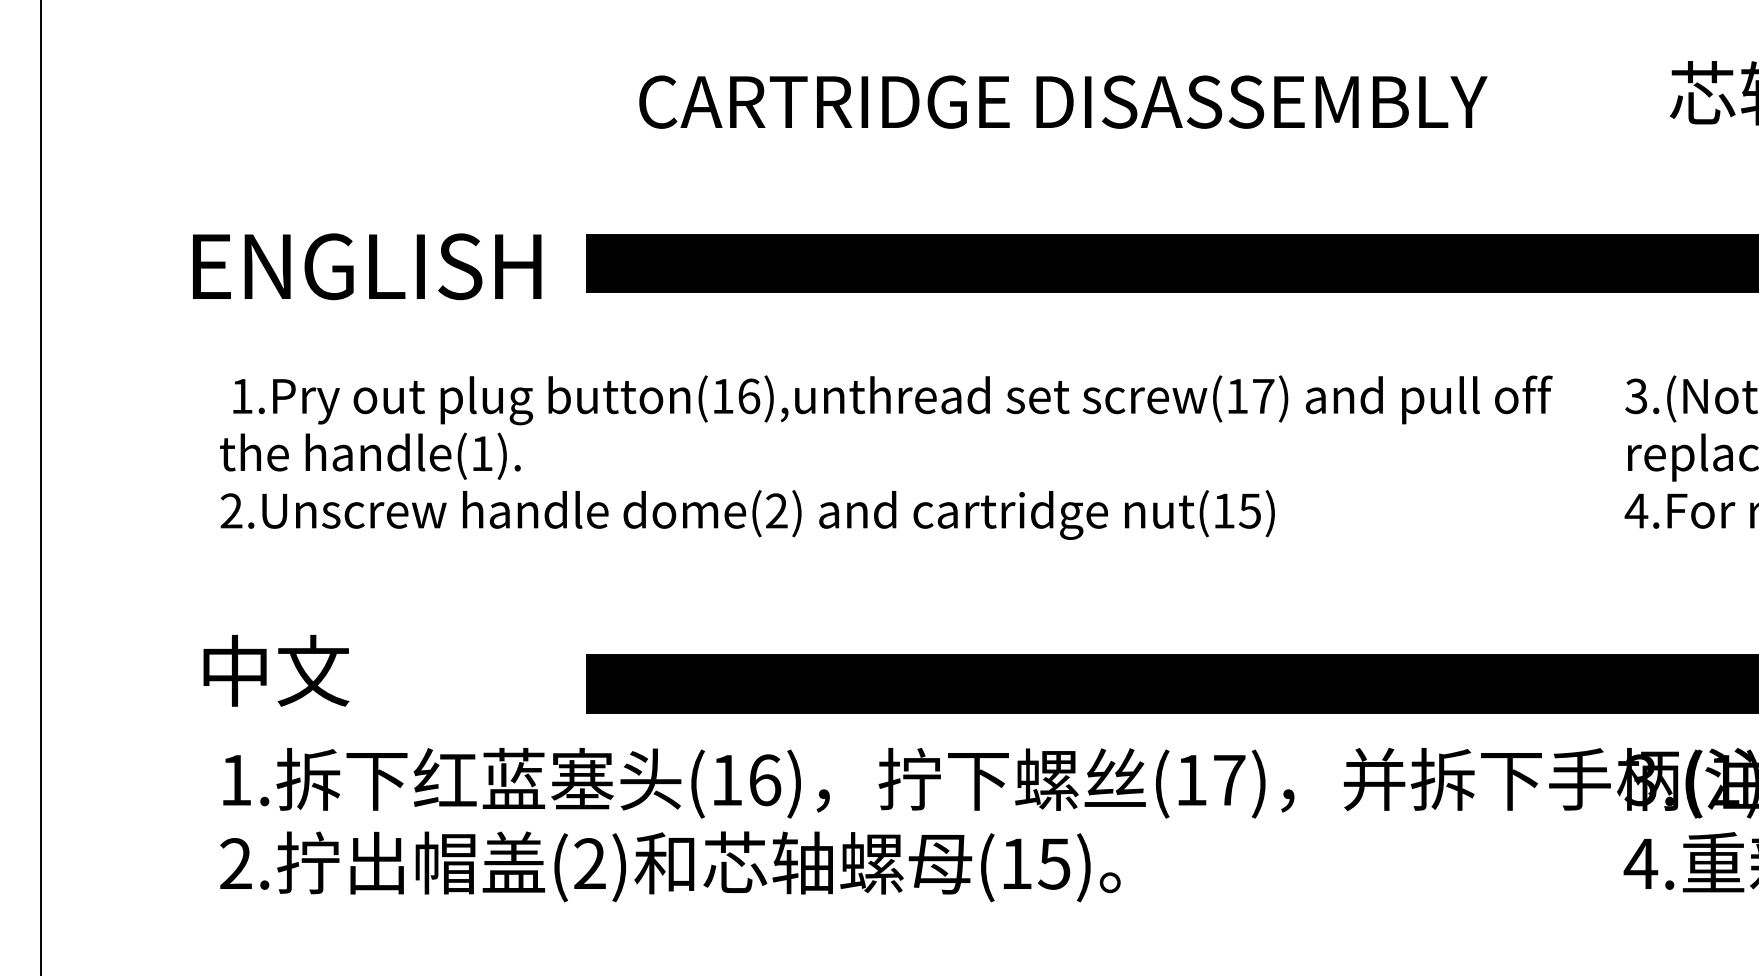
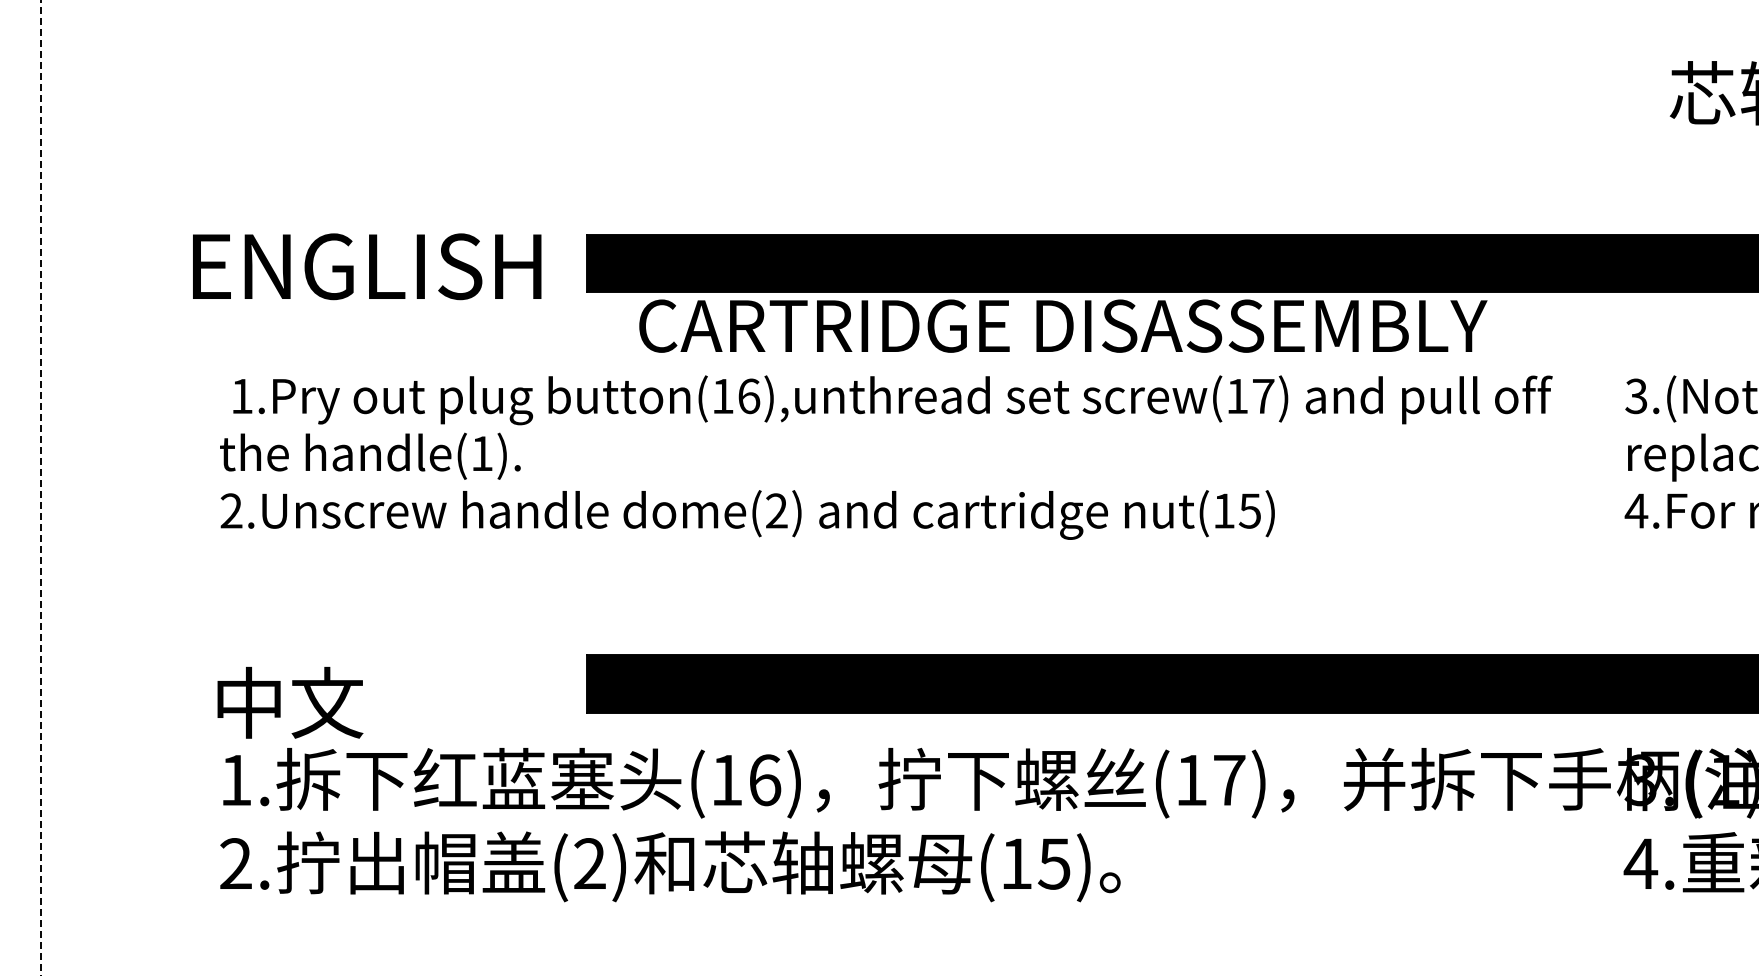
text at (1063, 101) position: (1063, 101) -> (1063, 325)
line at (41, 488): solid -> dashed
text at (276, 670) position: (276, 670) -> (290, 702)
